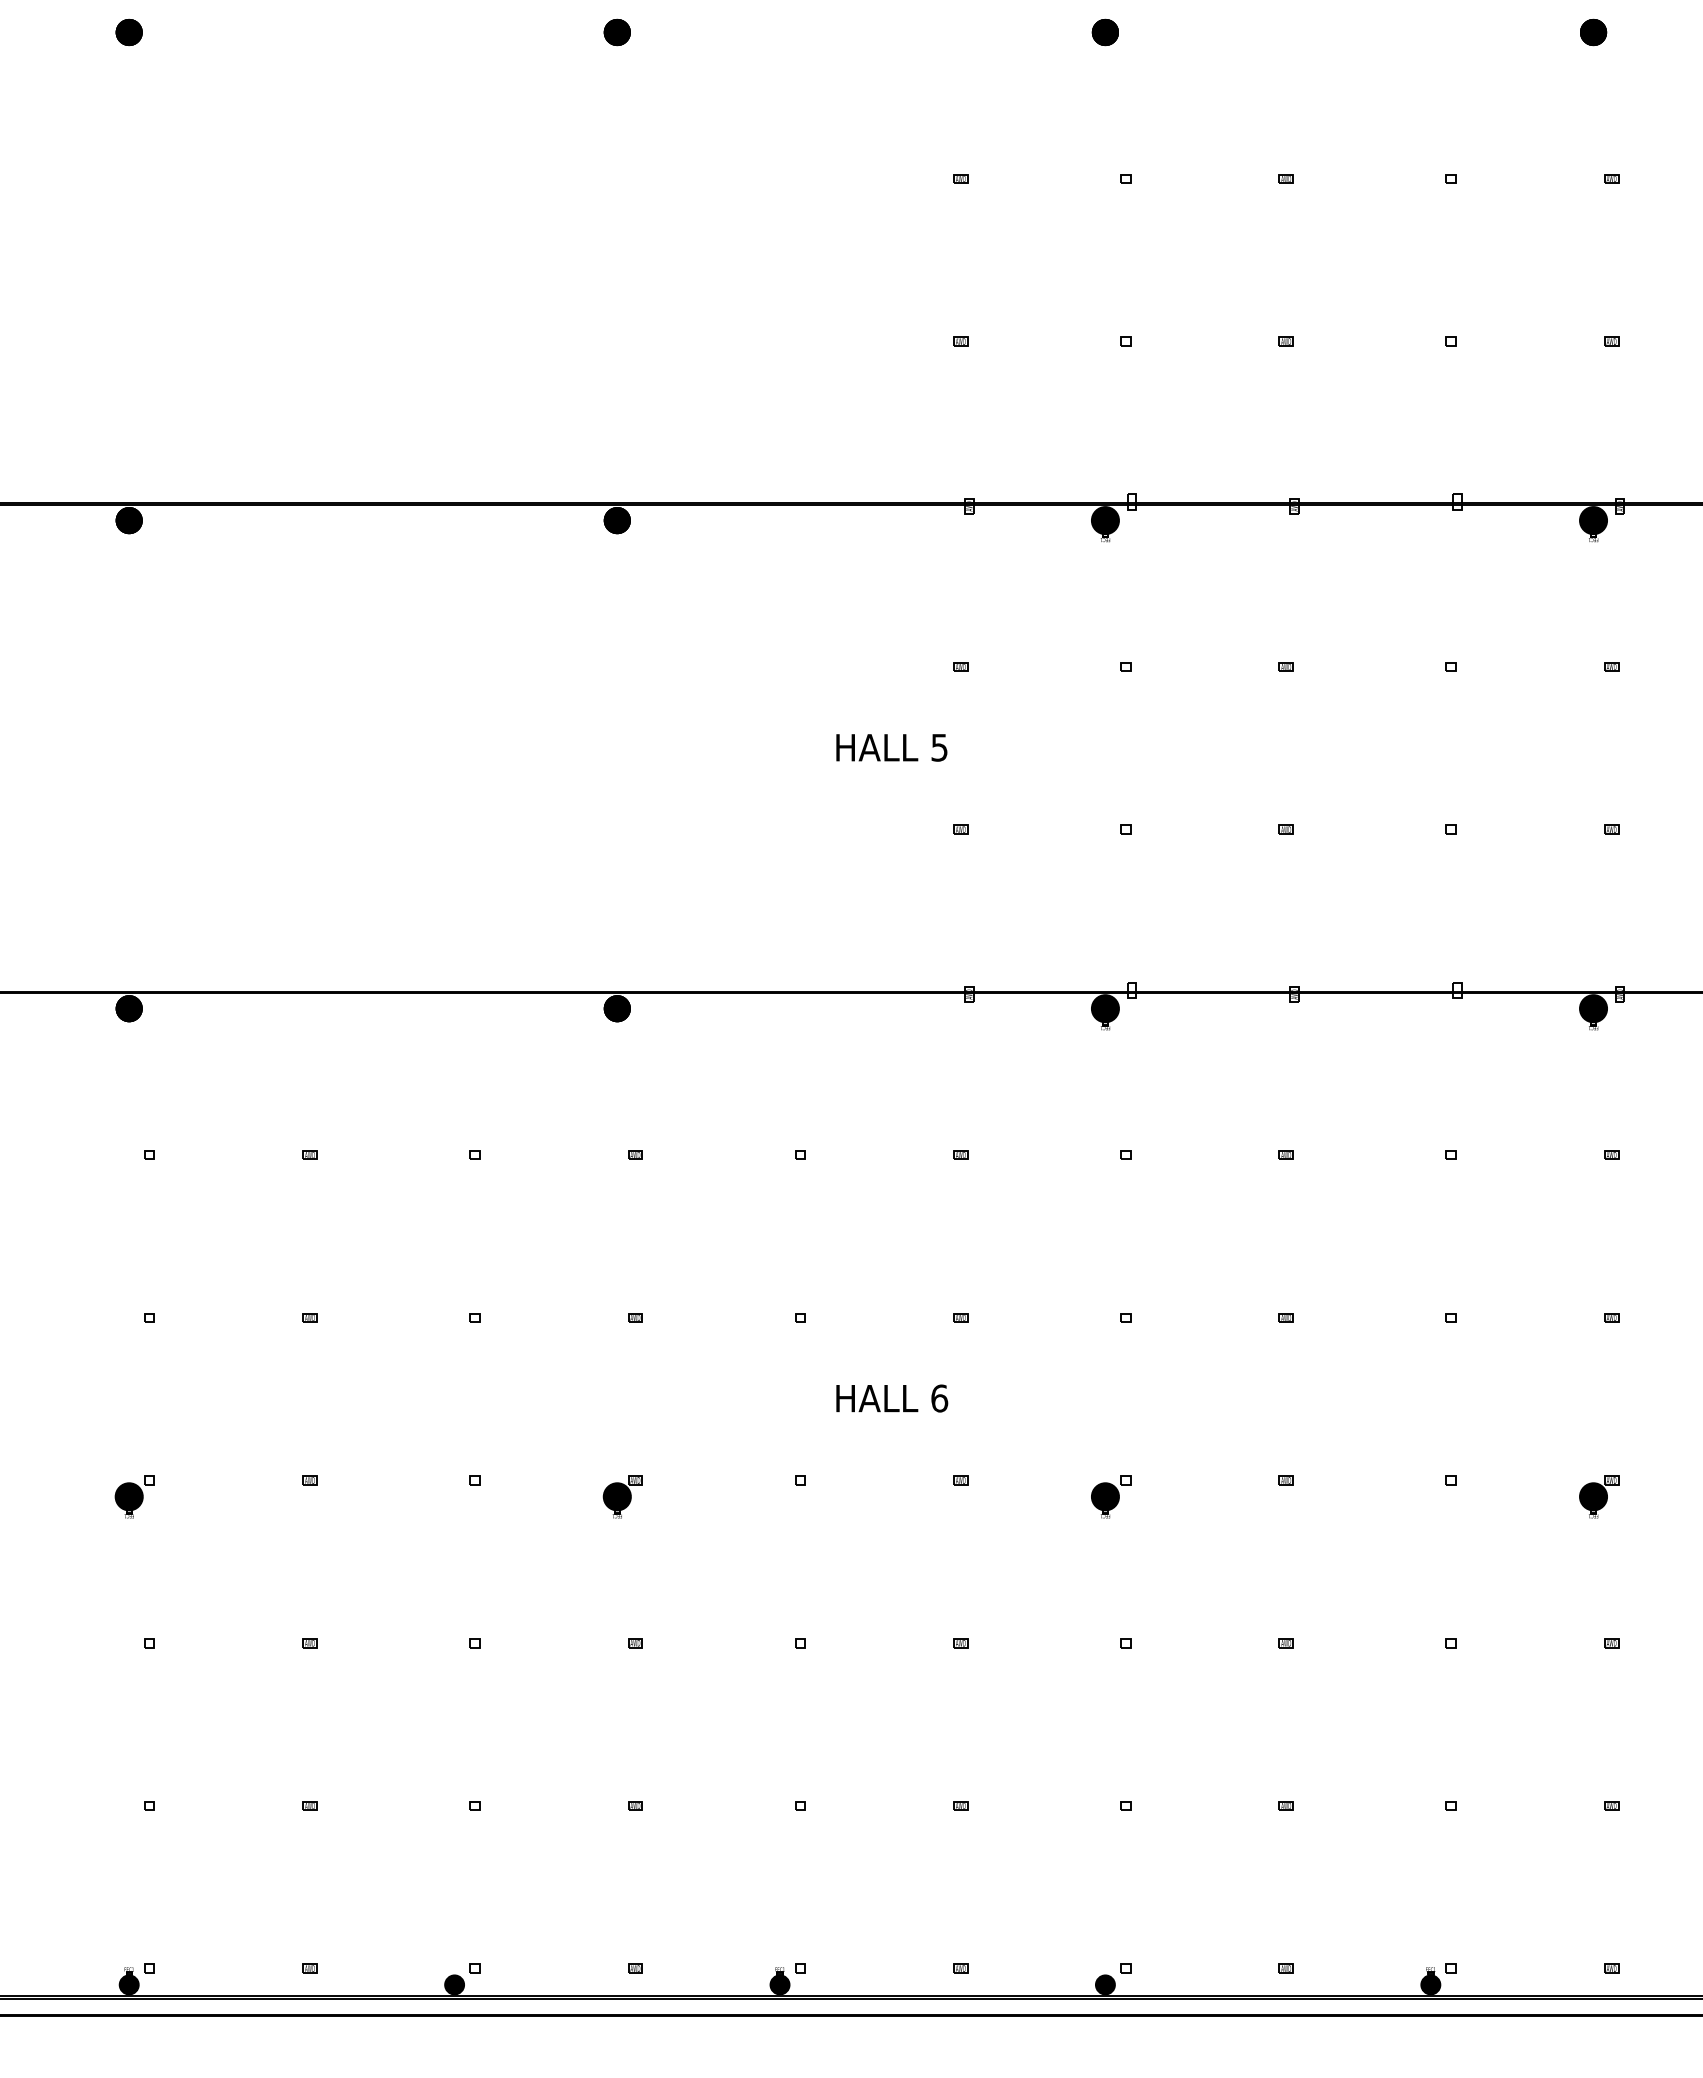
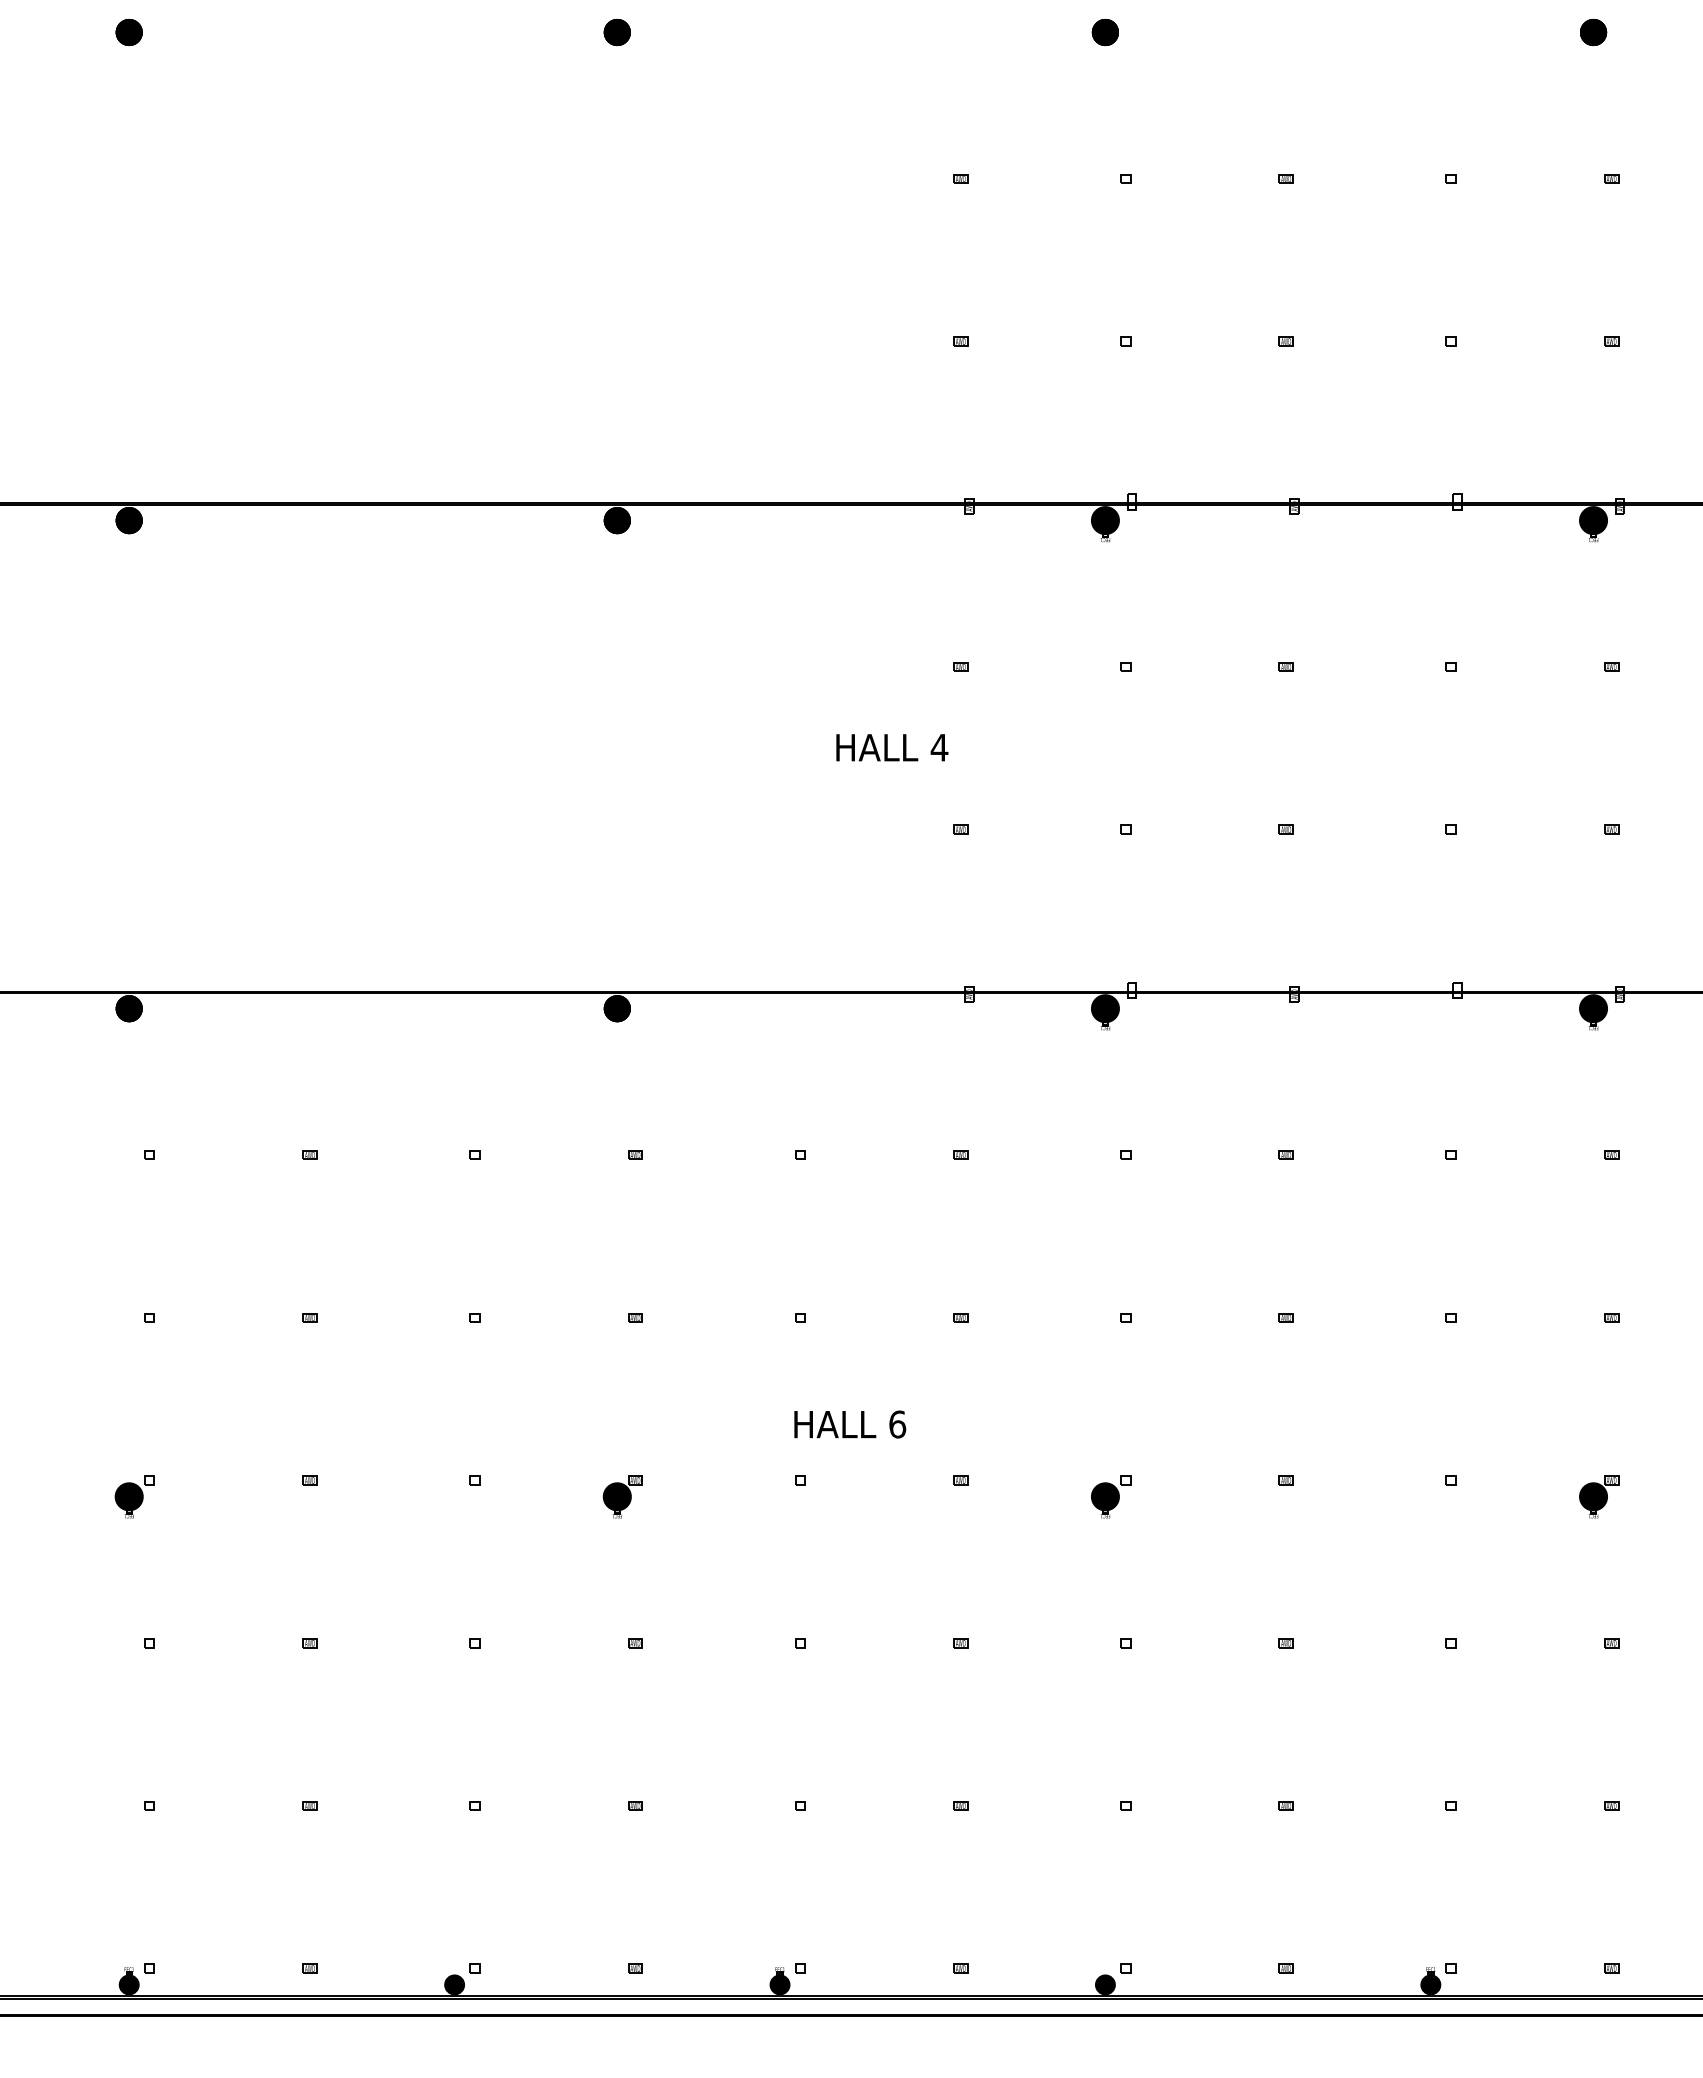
text at (939, 747): 5 -> 4
text at (892, 1398) position: (892, 1398) -> (850, 1424)
